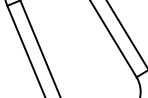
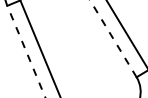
line at (113, 38): solid -> dashed
line at (26, 51): solid -> dashed
